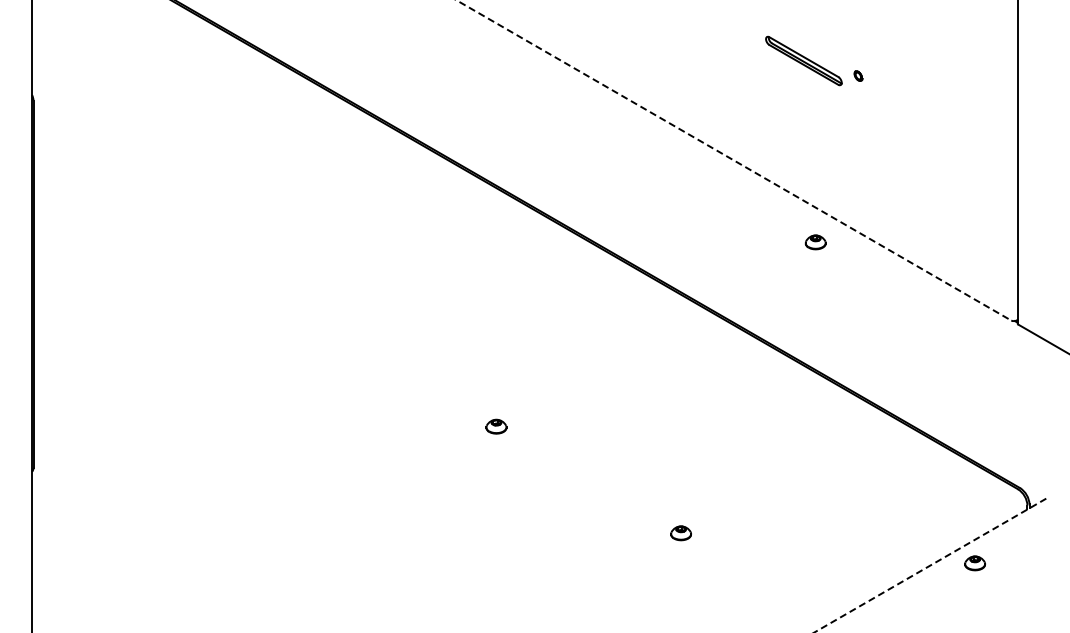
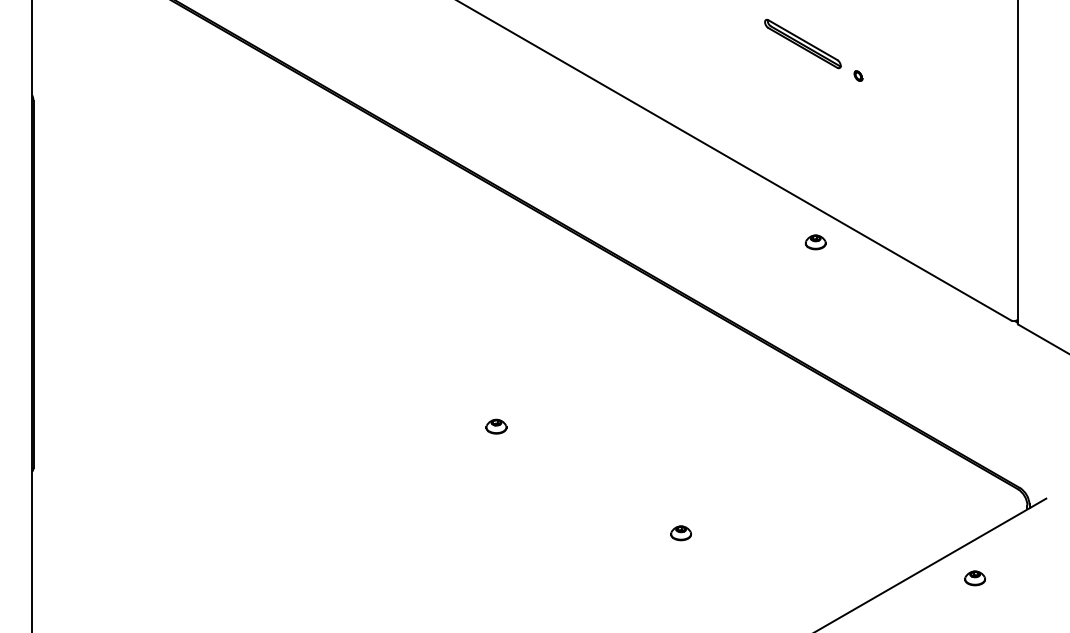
part at (803, 60) position: (803, 60) -> (802, 43)
line at (734, 160): dashed -> solid
part at (974, 563) position: (974, 563) -> (974, 578)
line at (930, 565): dashed -> solid
